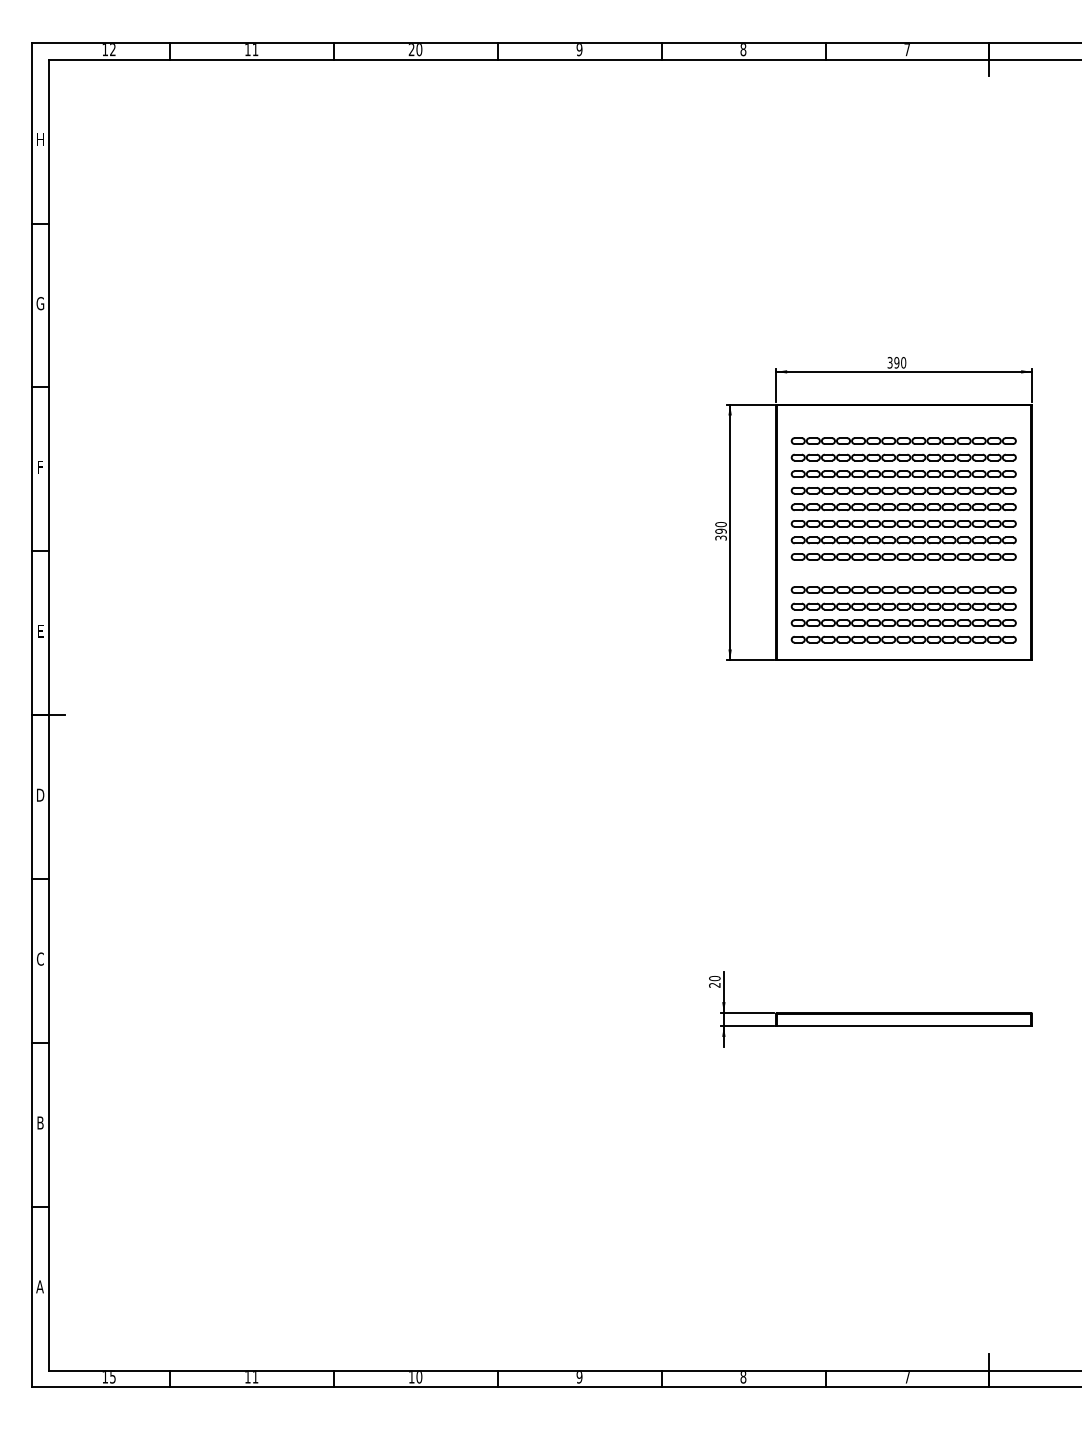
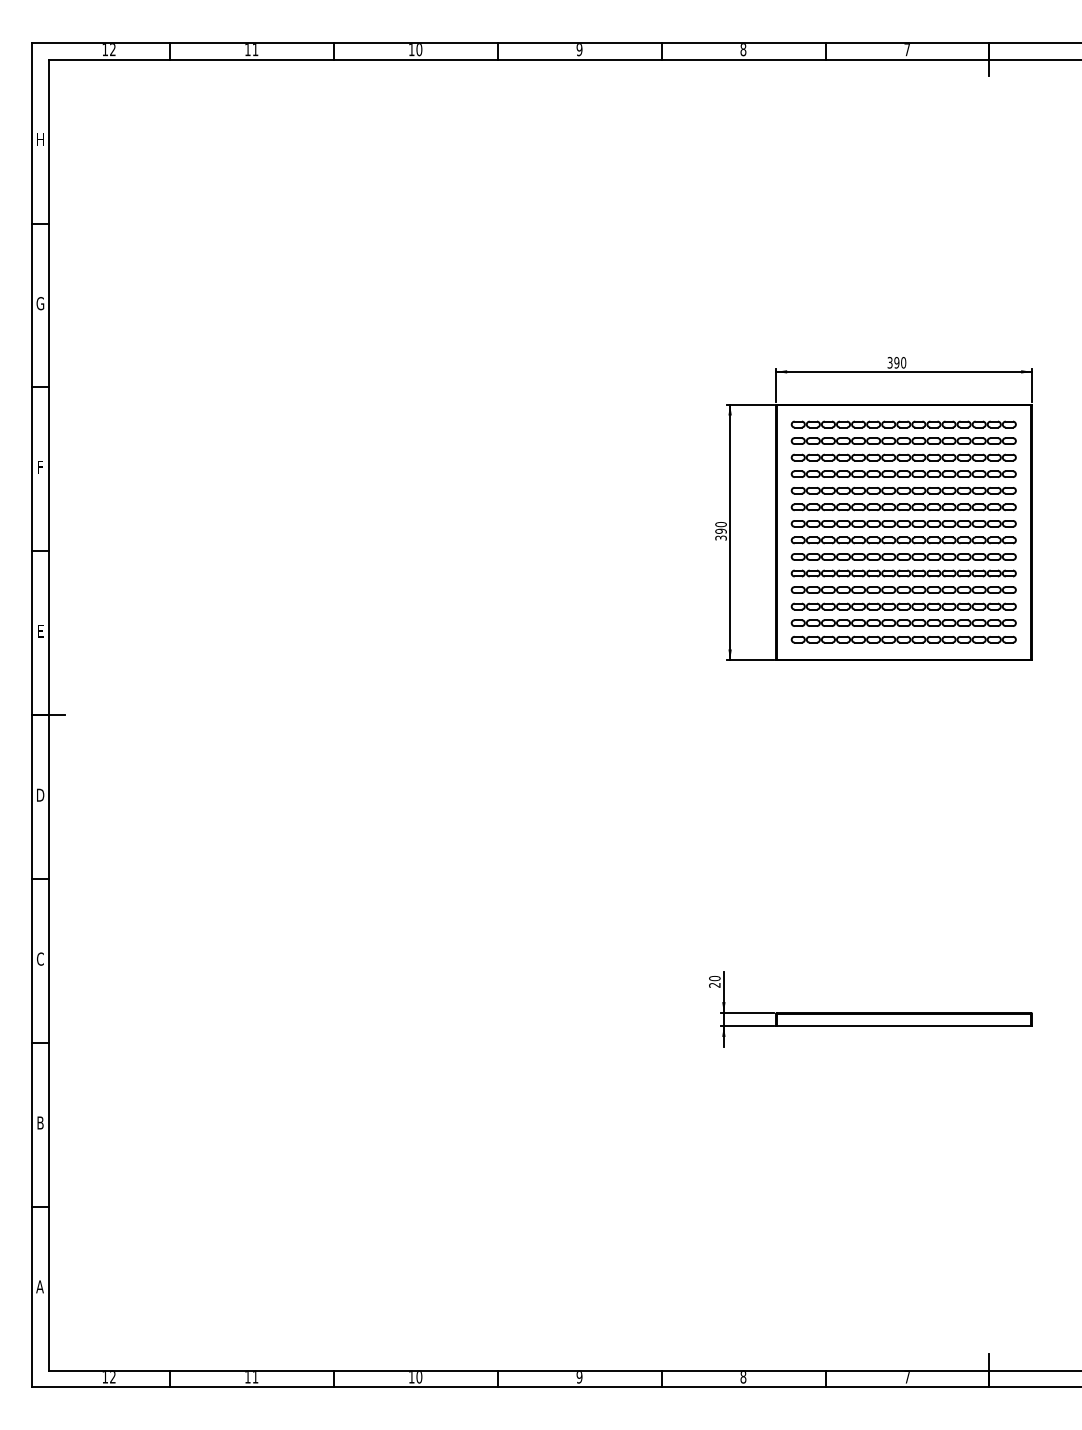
text at (411, 49): 20 -> 10
part at (903, 424): none -> present
part at (903, 573): none -> present
text at (112, 1377): 15 -> 12
